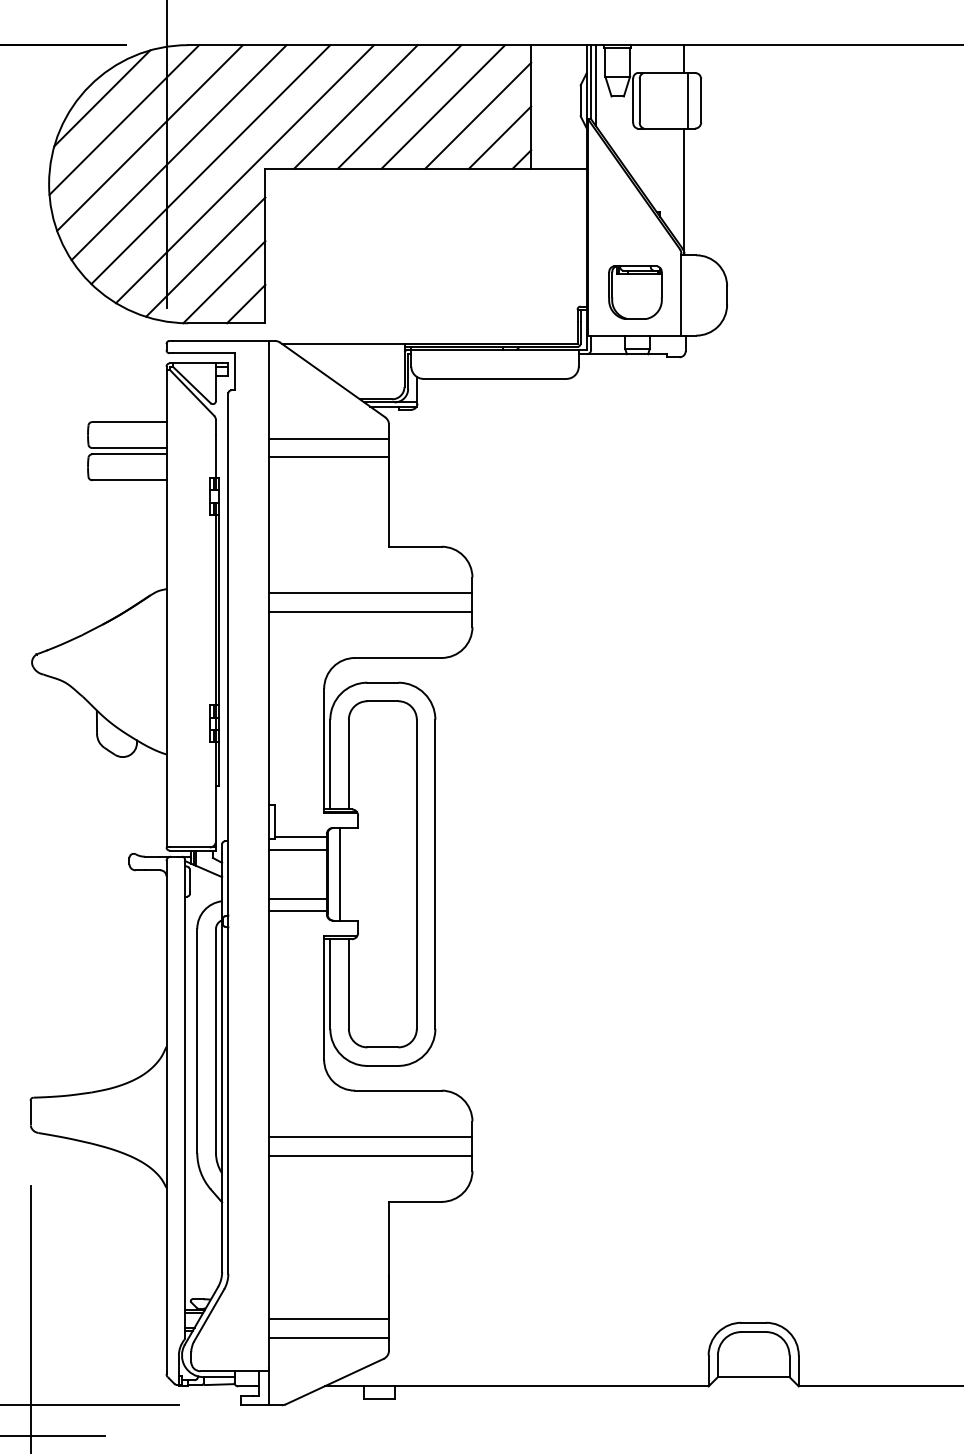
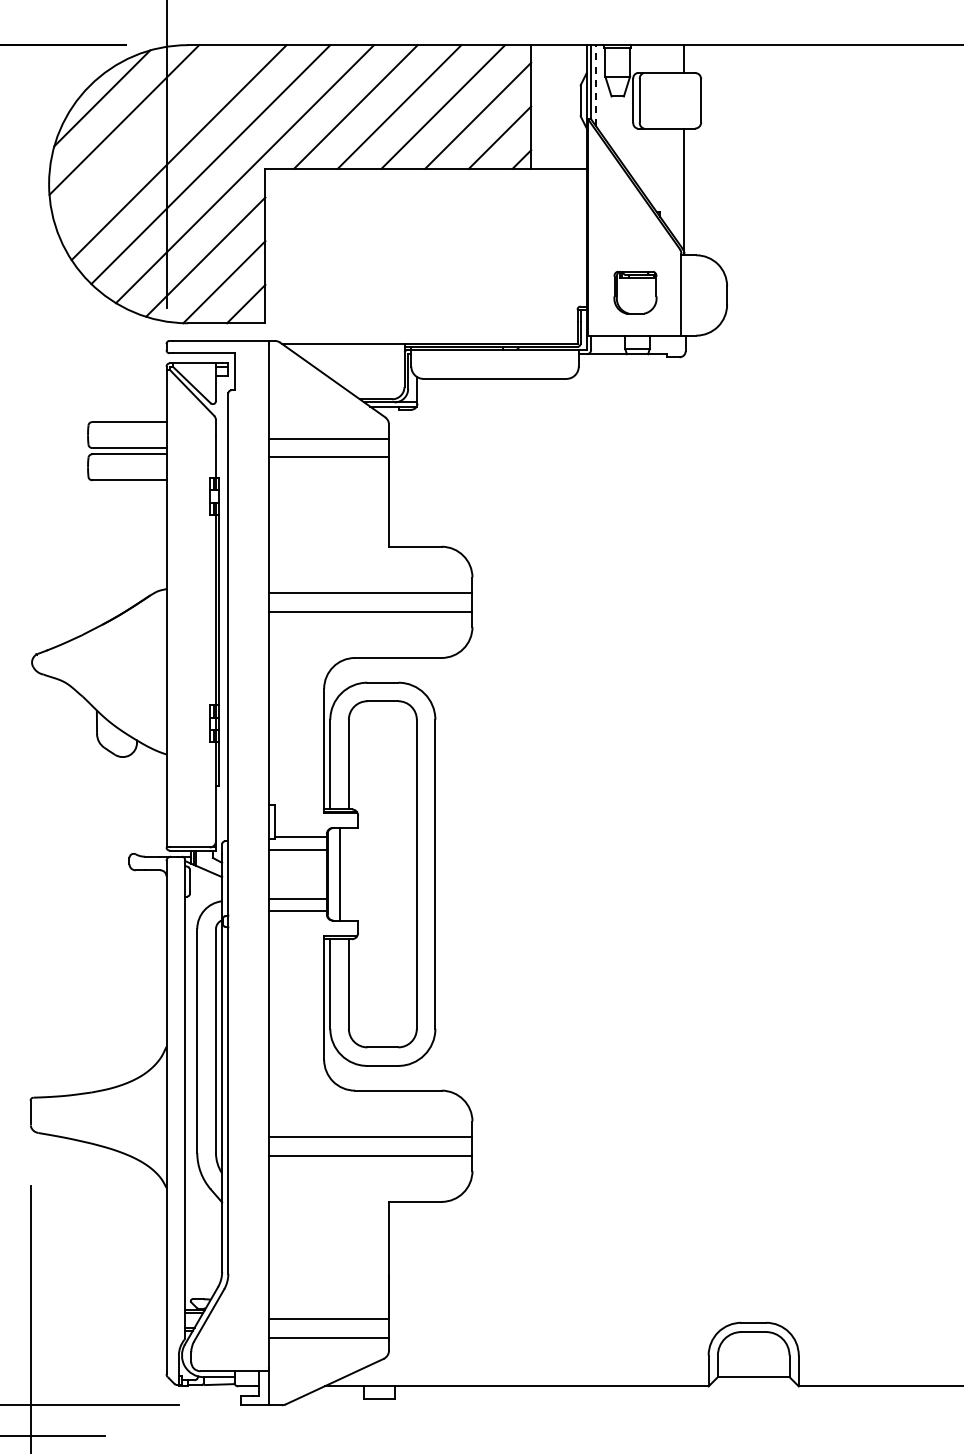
line at (596, 85): solid -> dashed
line at (688, 100): present -> none
line at (149, 137): present -> none
part at (635, 292) size: 55x55 px -> 45x45 px
